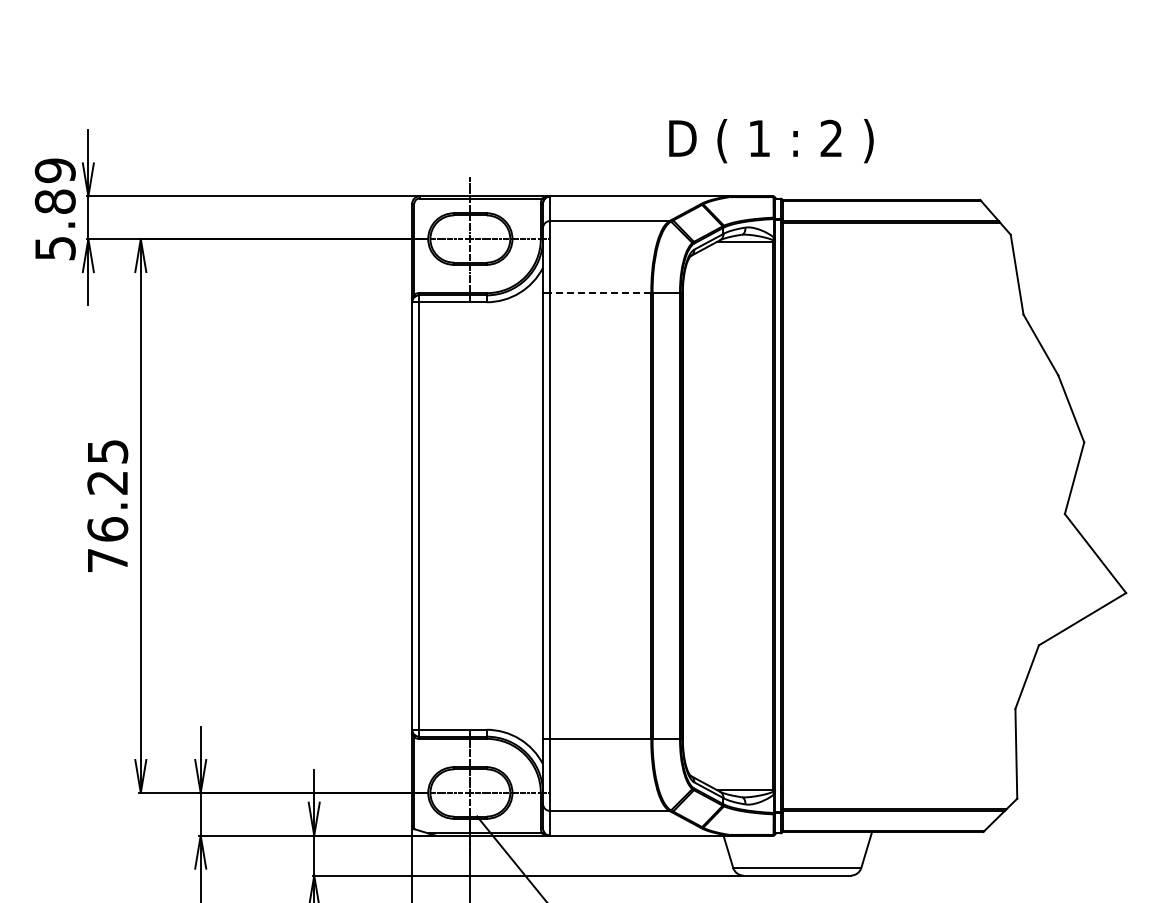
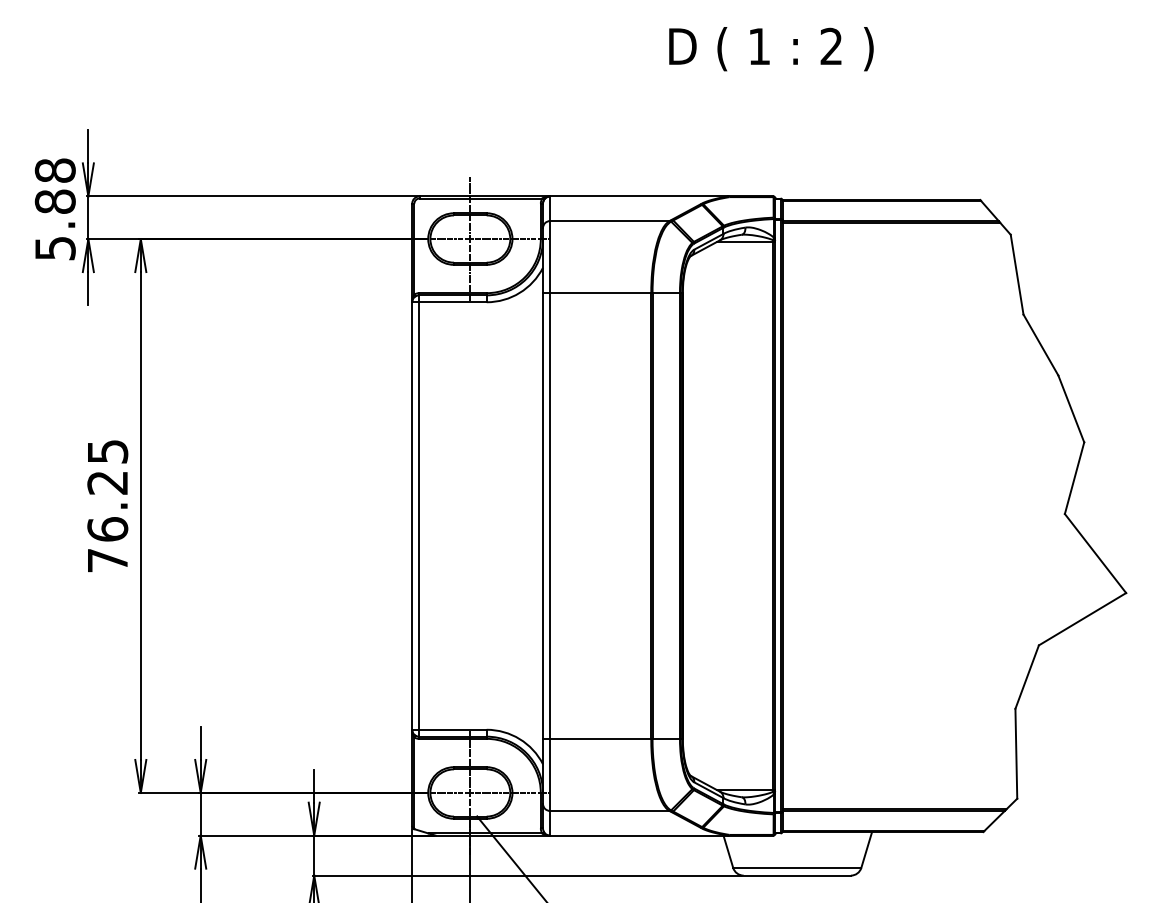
text at (771, 141) position: (771, 141) -> (771, 49)
text at (55, 170): 5.89 -> 5.88
line at (600, 292): dashed -> solid
